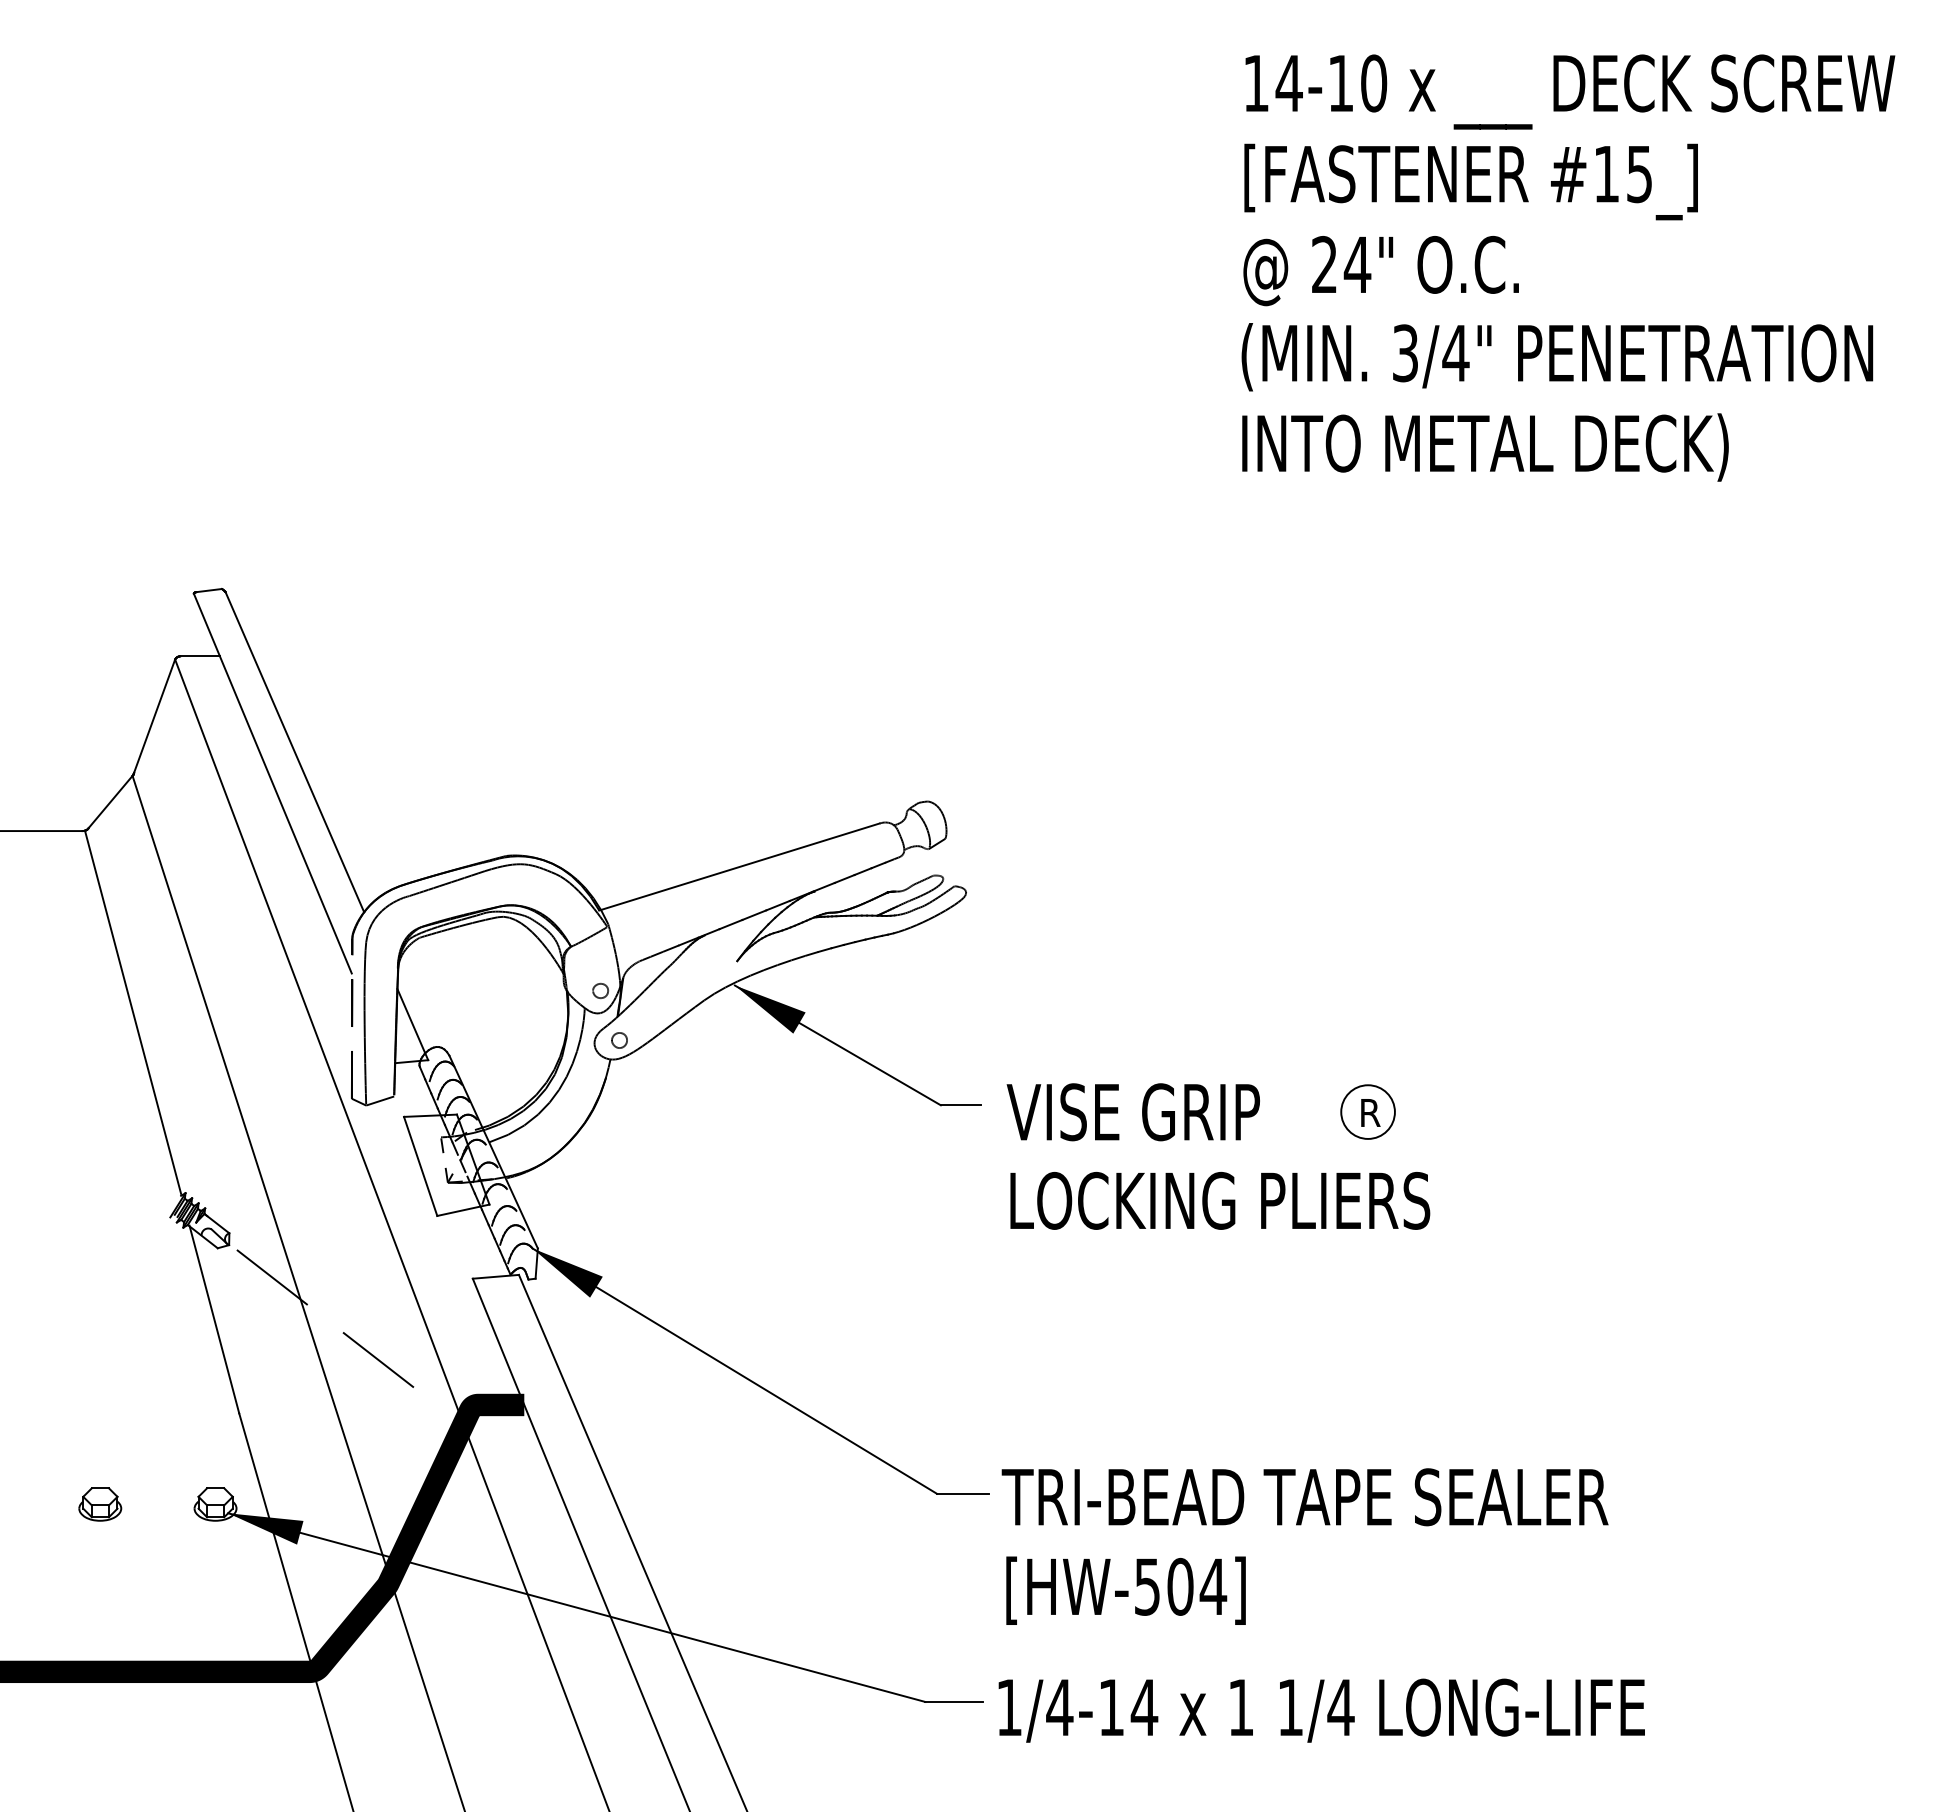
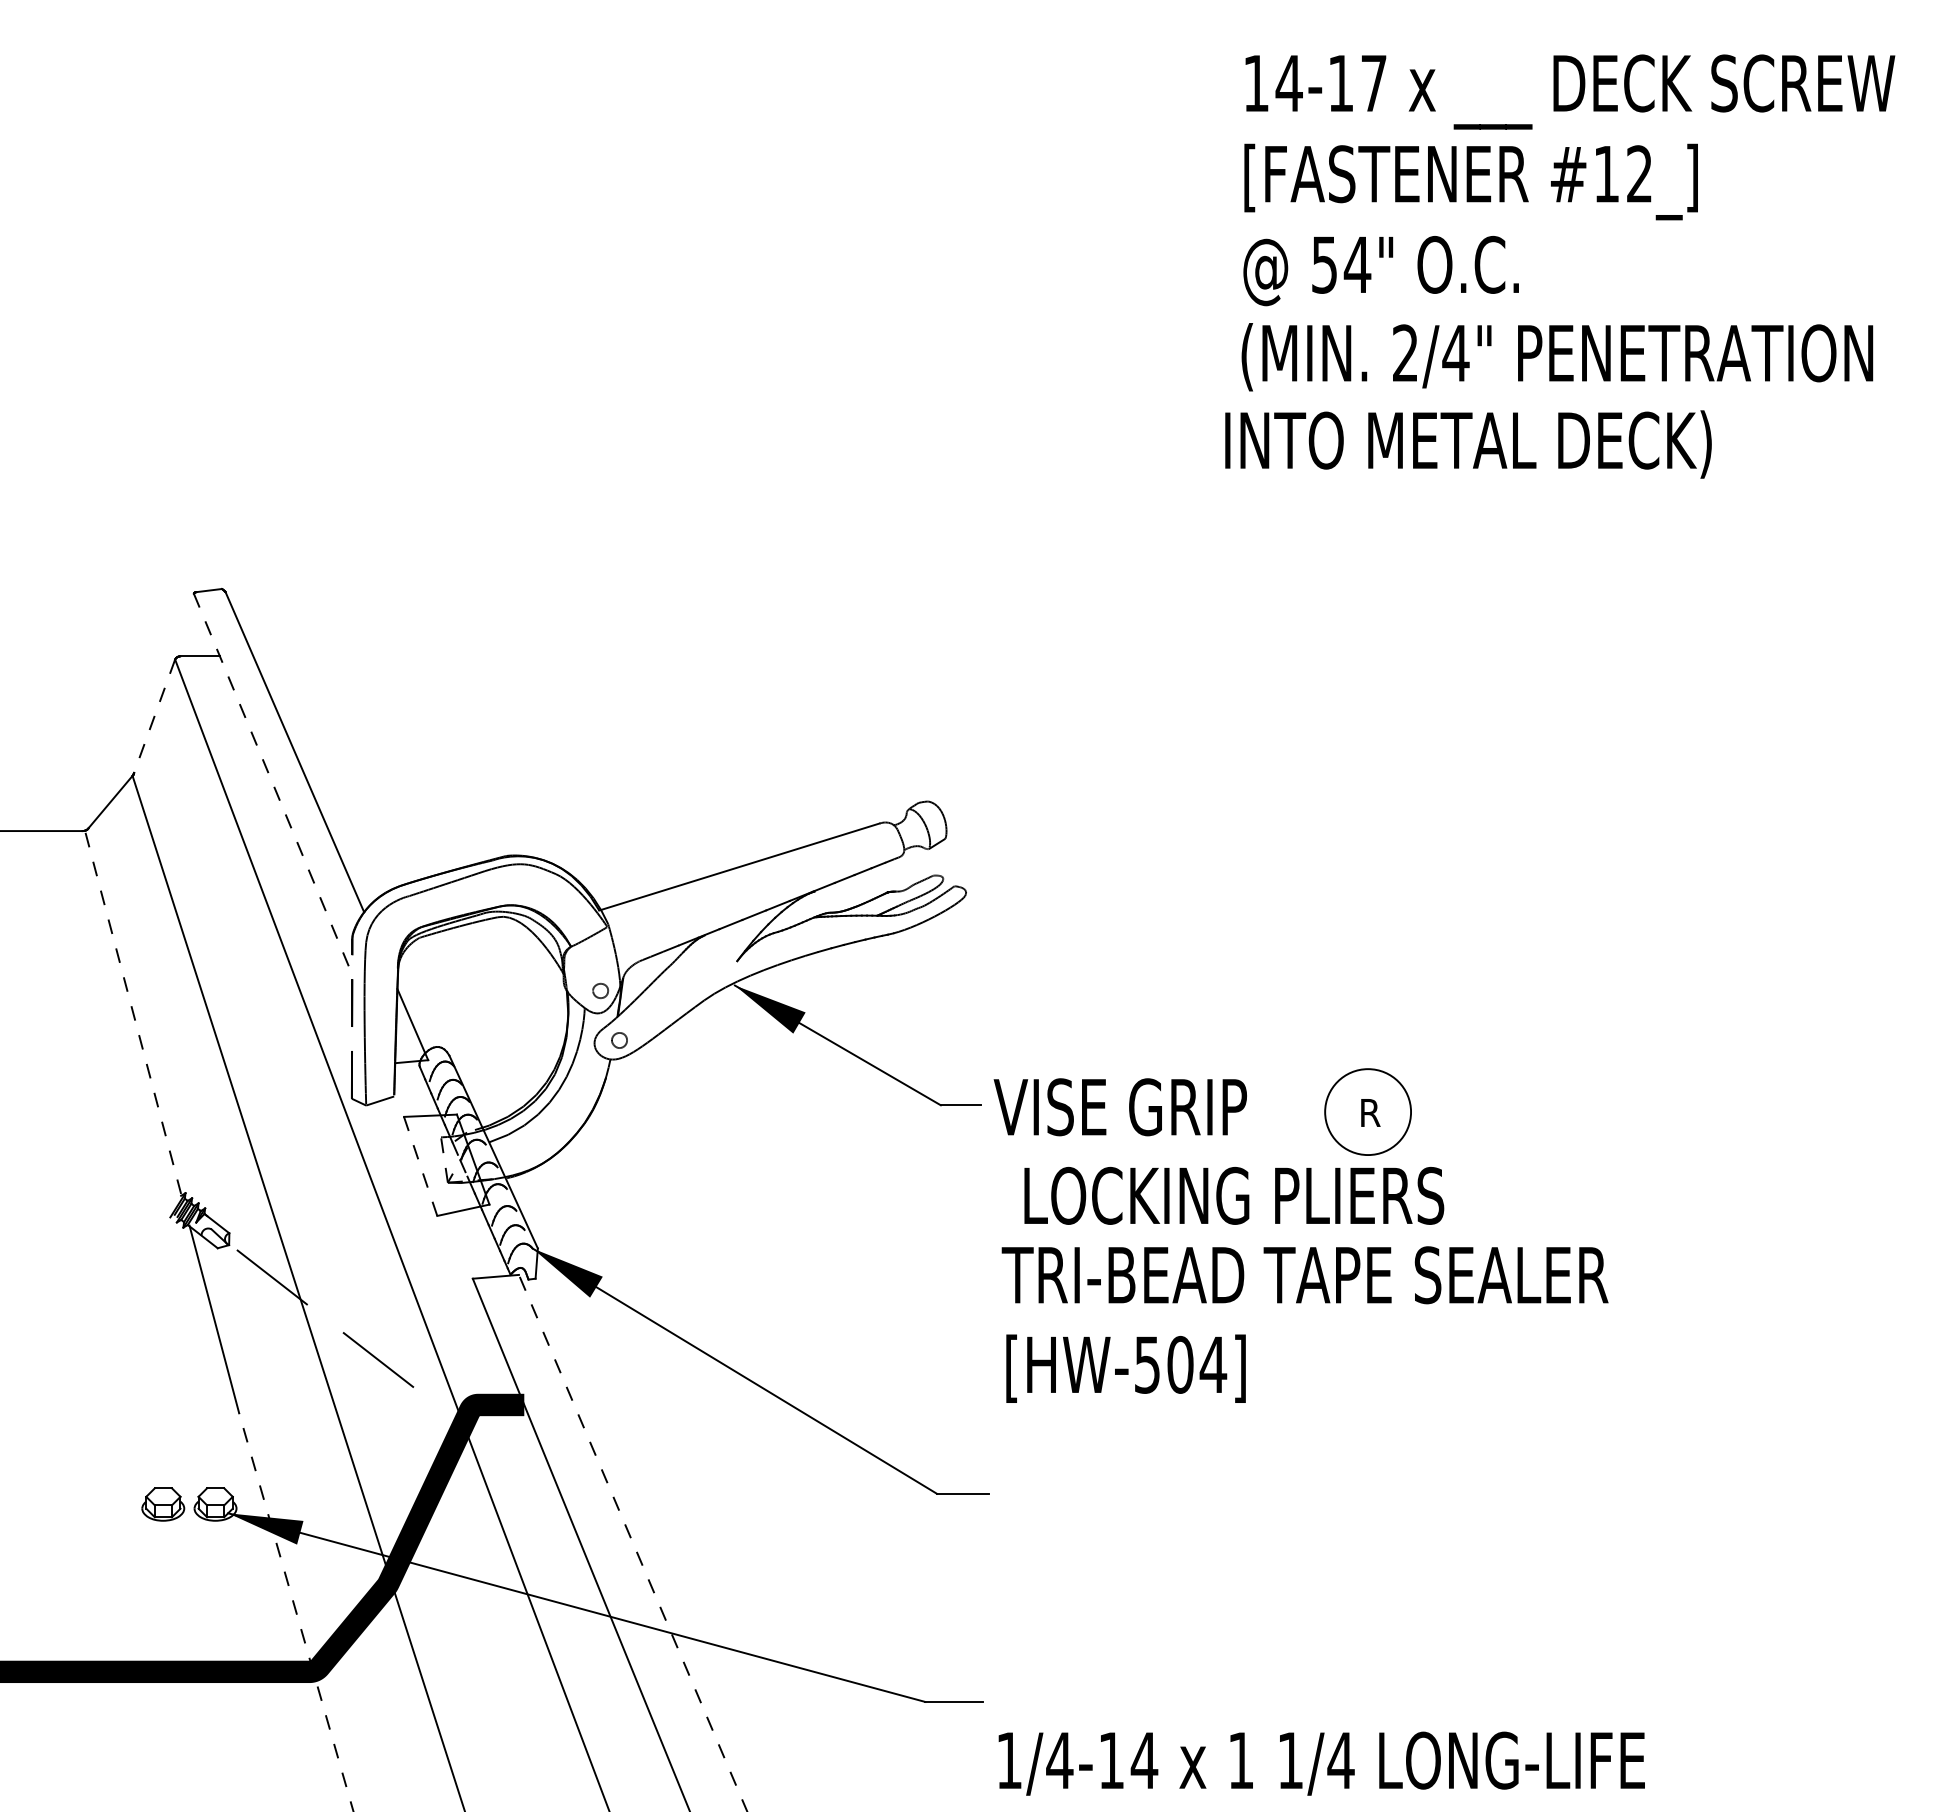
text at (1374, 83): 14-10 -> 14-17
text at (1639, 174): #15_] -> #12_]
text at (1324, 264): 24" -> 54"
text at (1405, 353): 3/4" -> 2/4"
text at (1485, 447) position: (1485, 447) -> (1468, 444)
line at (154, 716): solid -> dashed
line at (272, 783): solid -> dashed
line at (133, 1012): solid -> dashed
circle at (1367, 1111) diameter: 54 px -> 86 px
text at (1132, 1112) position: (1132, 1112) -> (1119, 1107)
line at (420, 1165): solid -> dashed
text at (1220, 1200) position: (1220, 1200) -> (1234, 1195)
part at (100, 1504) position: (100, 1504) -> (163, 1504)
line at (632, 1542): solid -> dashed
text at (1304, 1546) position: (1304, 1546) -> (1304, 1324)
line at (296, 1612): solid -> dashed
text at (1321, 1710) position: (1321, 1710) -> (1321, 1763)
